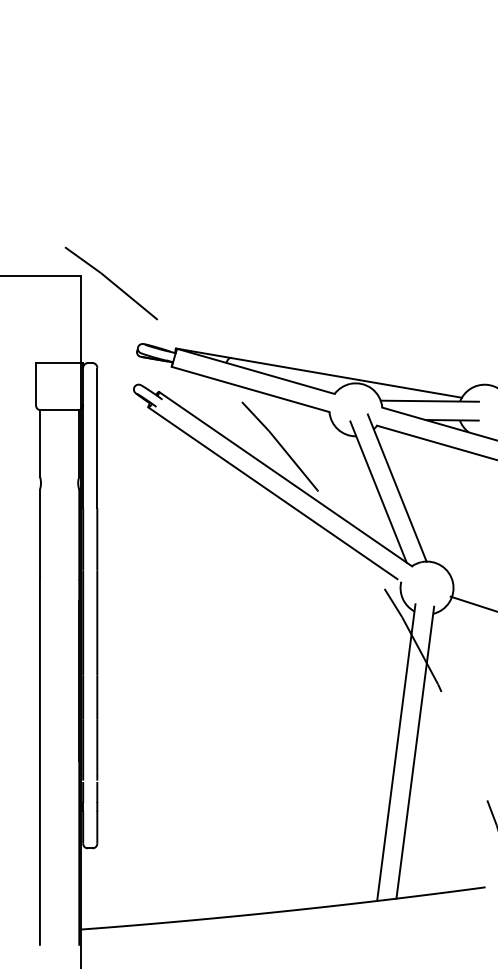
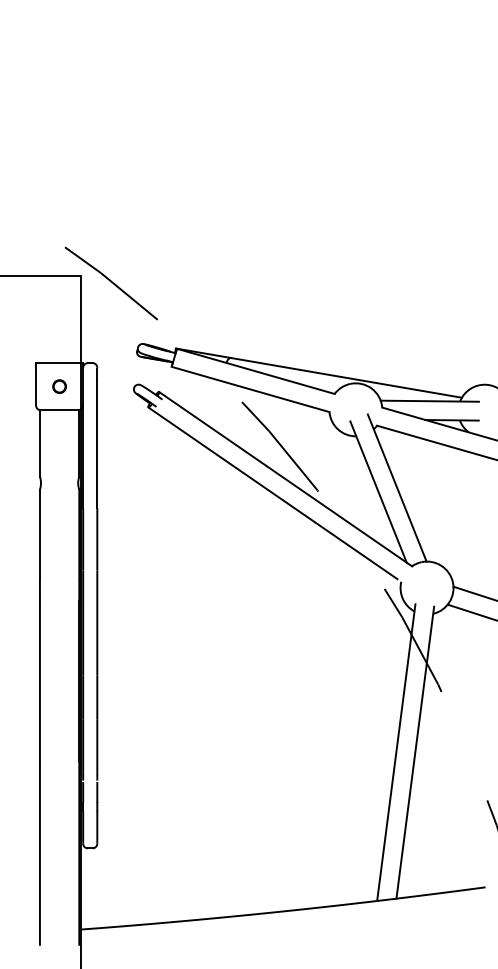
circle at (59, 386): none -> present
line at (473, 592): none -> present
line at (472, 603) position: (472, 603) -> (470, 611)
